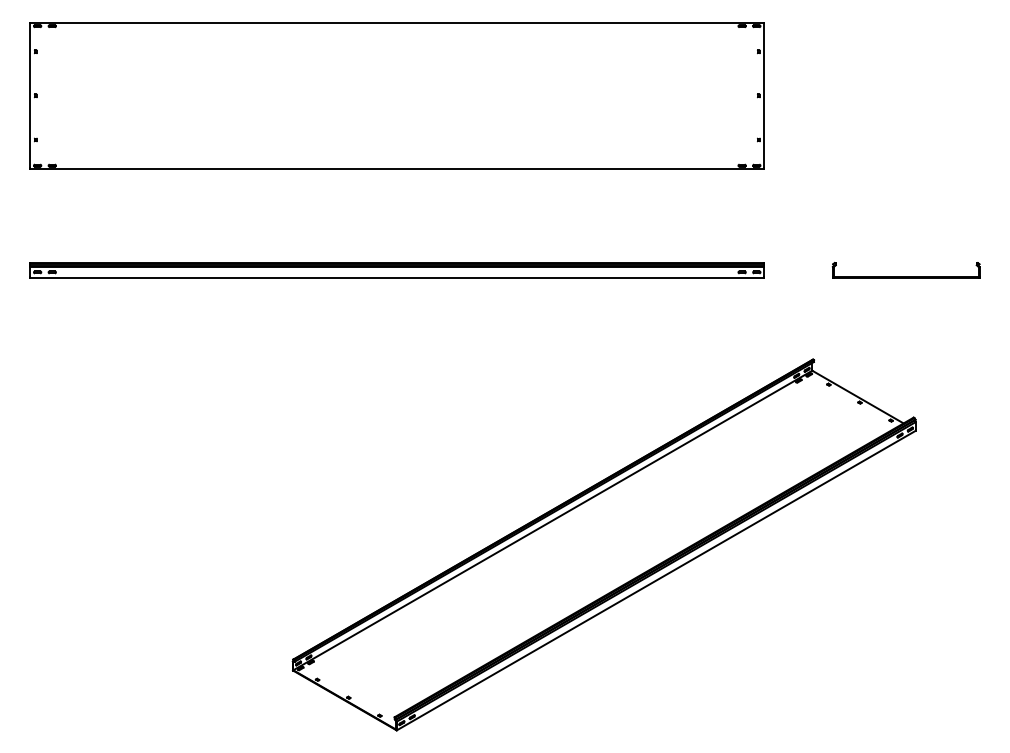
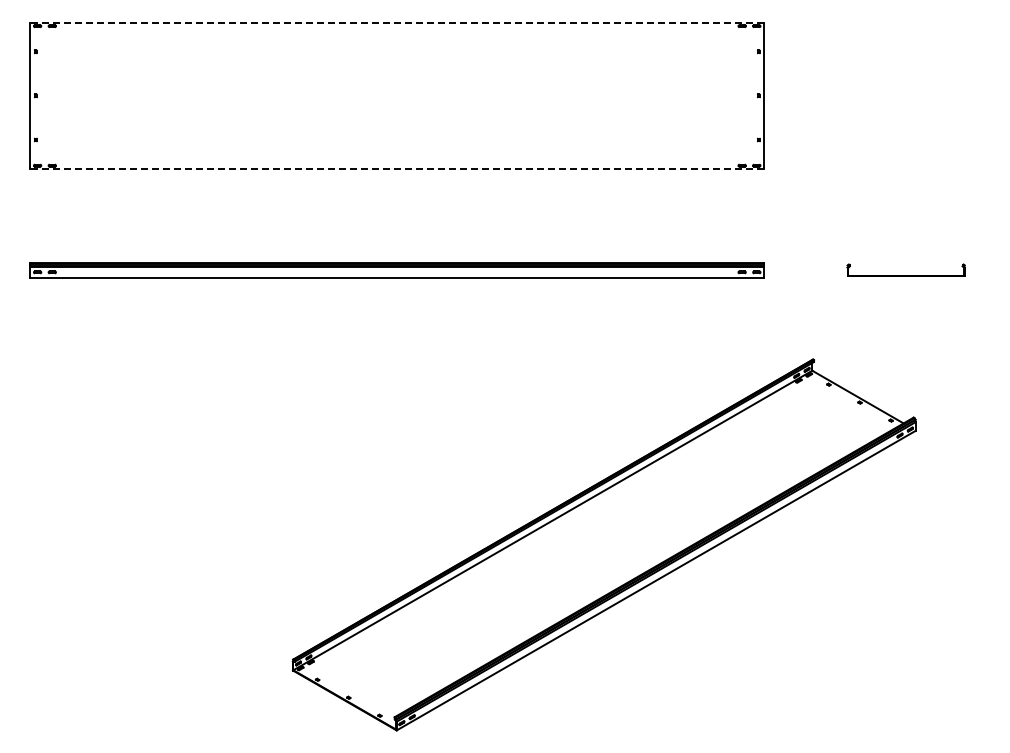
line at (397, 22): solid -> dashed
line at (397, 169): solid -> dashed
part at (905, 270) size: 150x17 px -> 120x14 px
